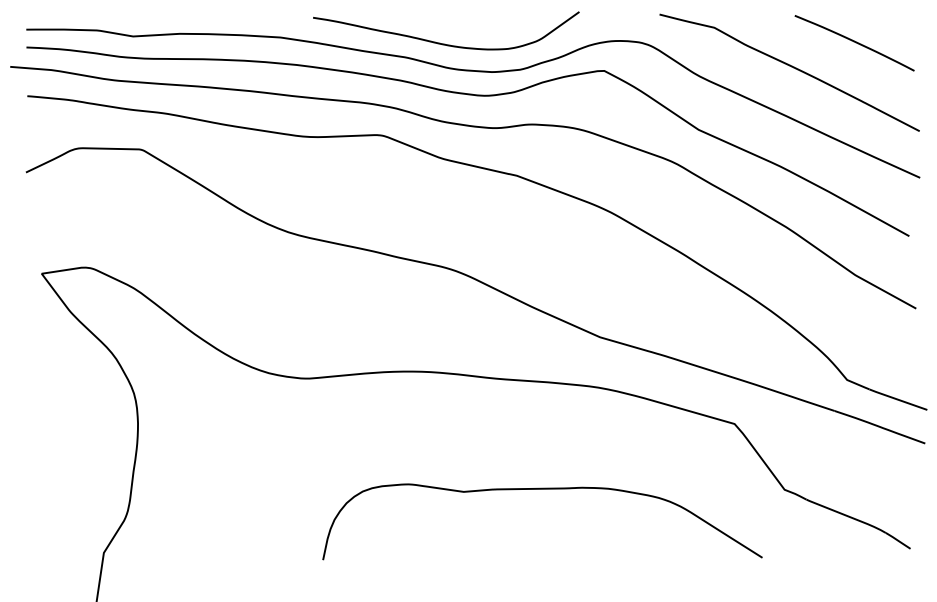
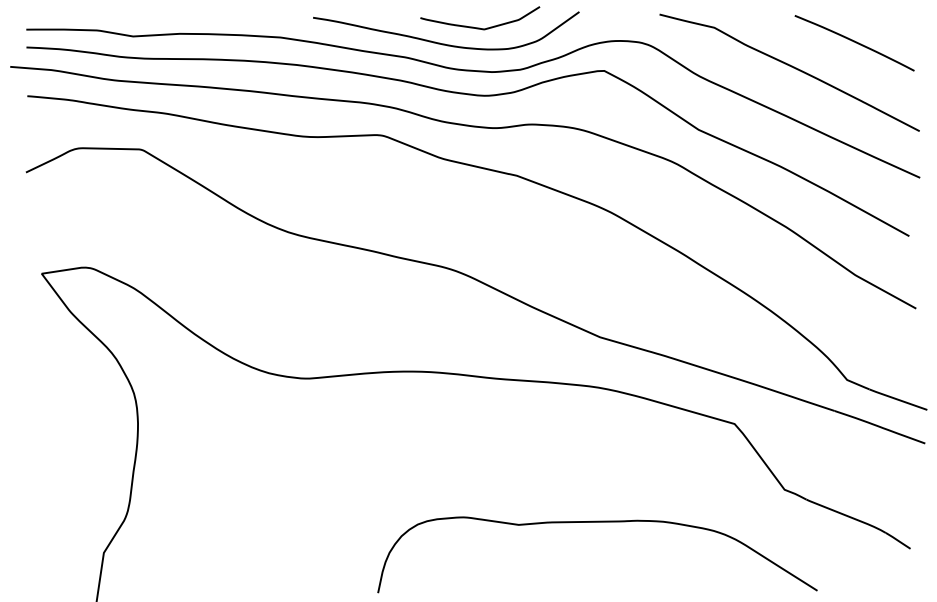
curve at (479, 27): none -> present
curve at (542, 489) position: (542, 489) -> (597, 522)
